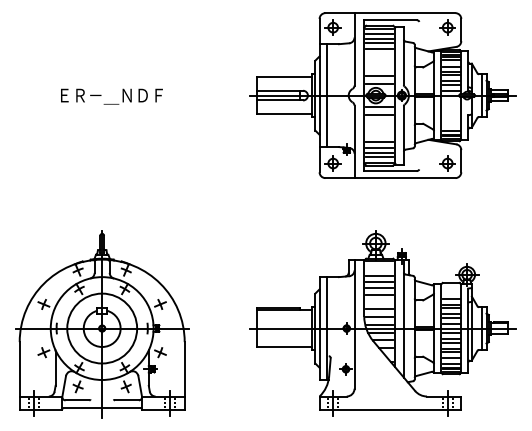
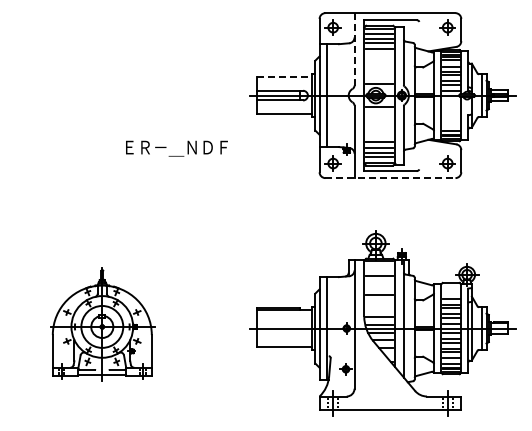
line at (354, 49): solid -> dashed
line at (379, 76): present -> none
line at (285, 77): solid -> dashed
text at (111, 96) position: (111, 96) -> (176, 148)
line at (379, 115): present -> none
line at (390, 178): solid -> dashed
line at (379, 282): present -> none
line at (379, 288): present -> none
line at (379, 309): present -> none
part at (102, 324) size: 175x189 px -> 106x115 px
